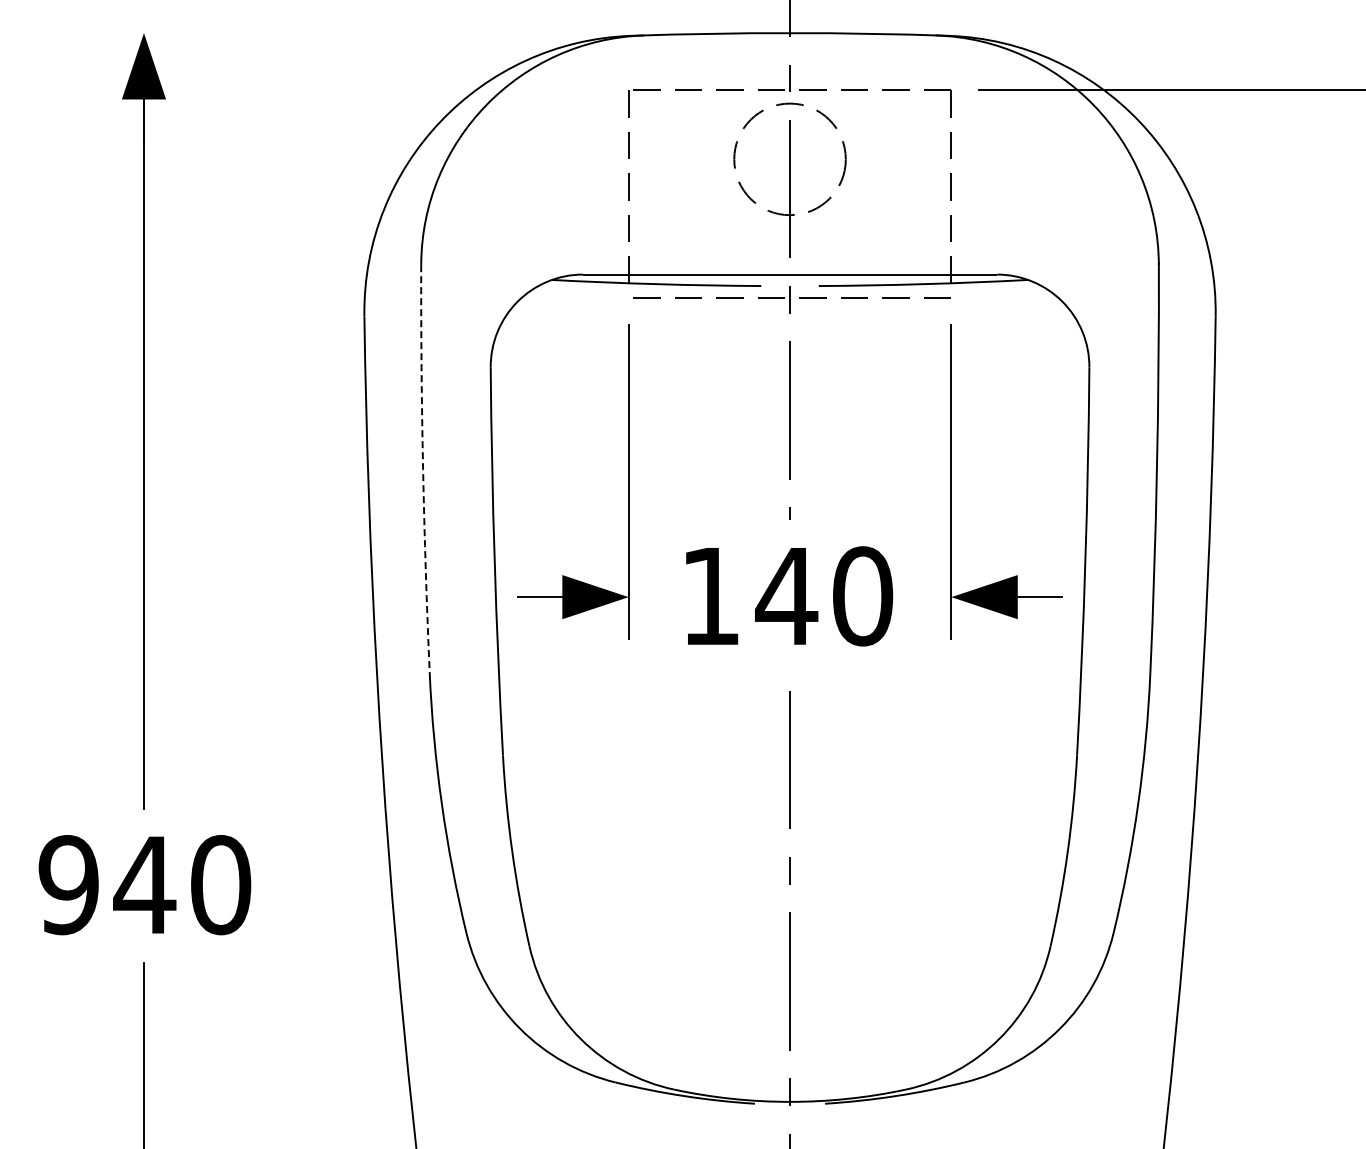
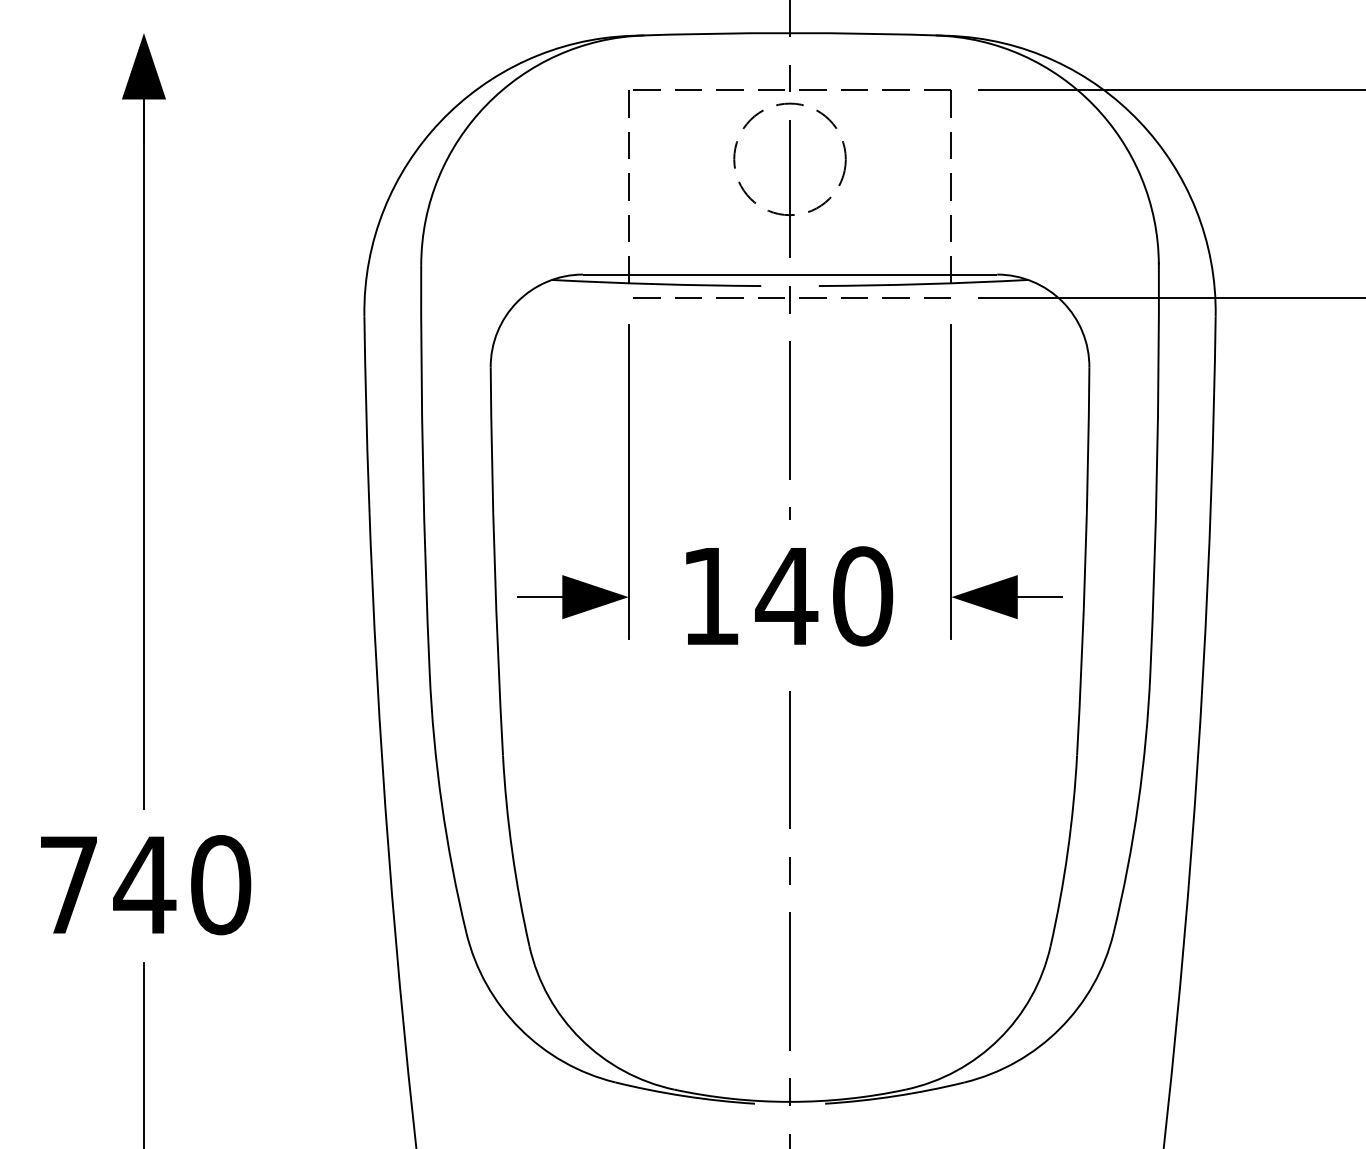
line at (1170, 297): none -> present
line at (423, 469): dashed -> solid
text at (68, 885): 940 -> 740
